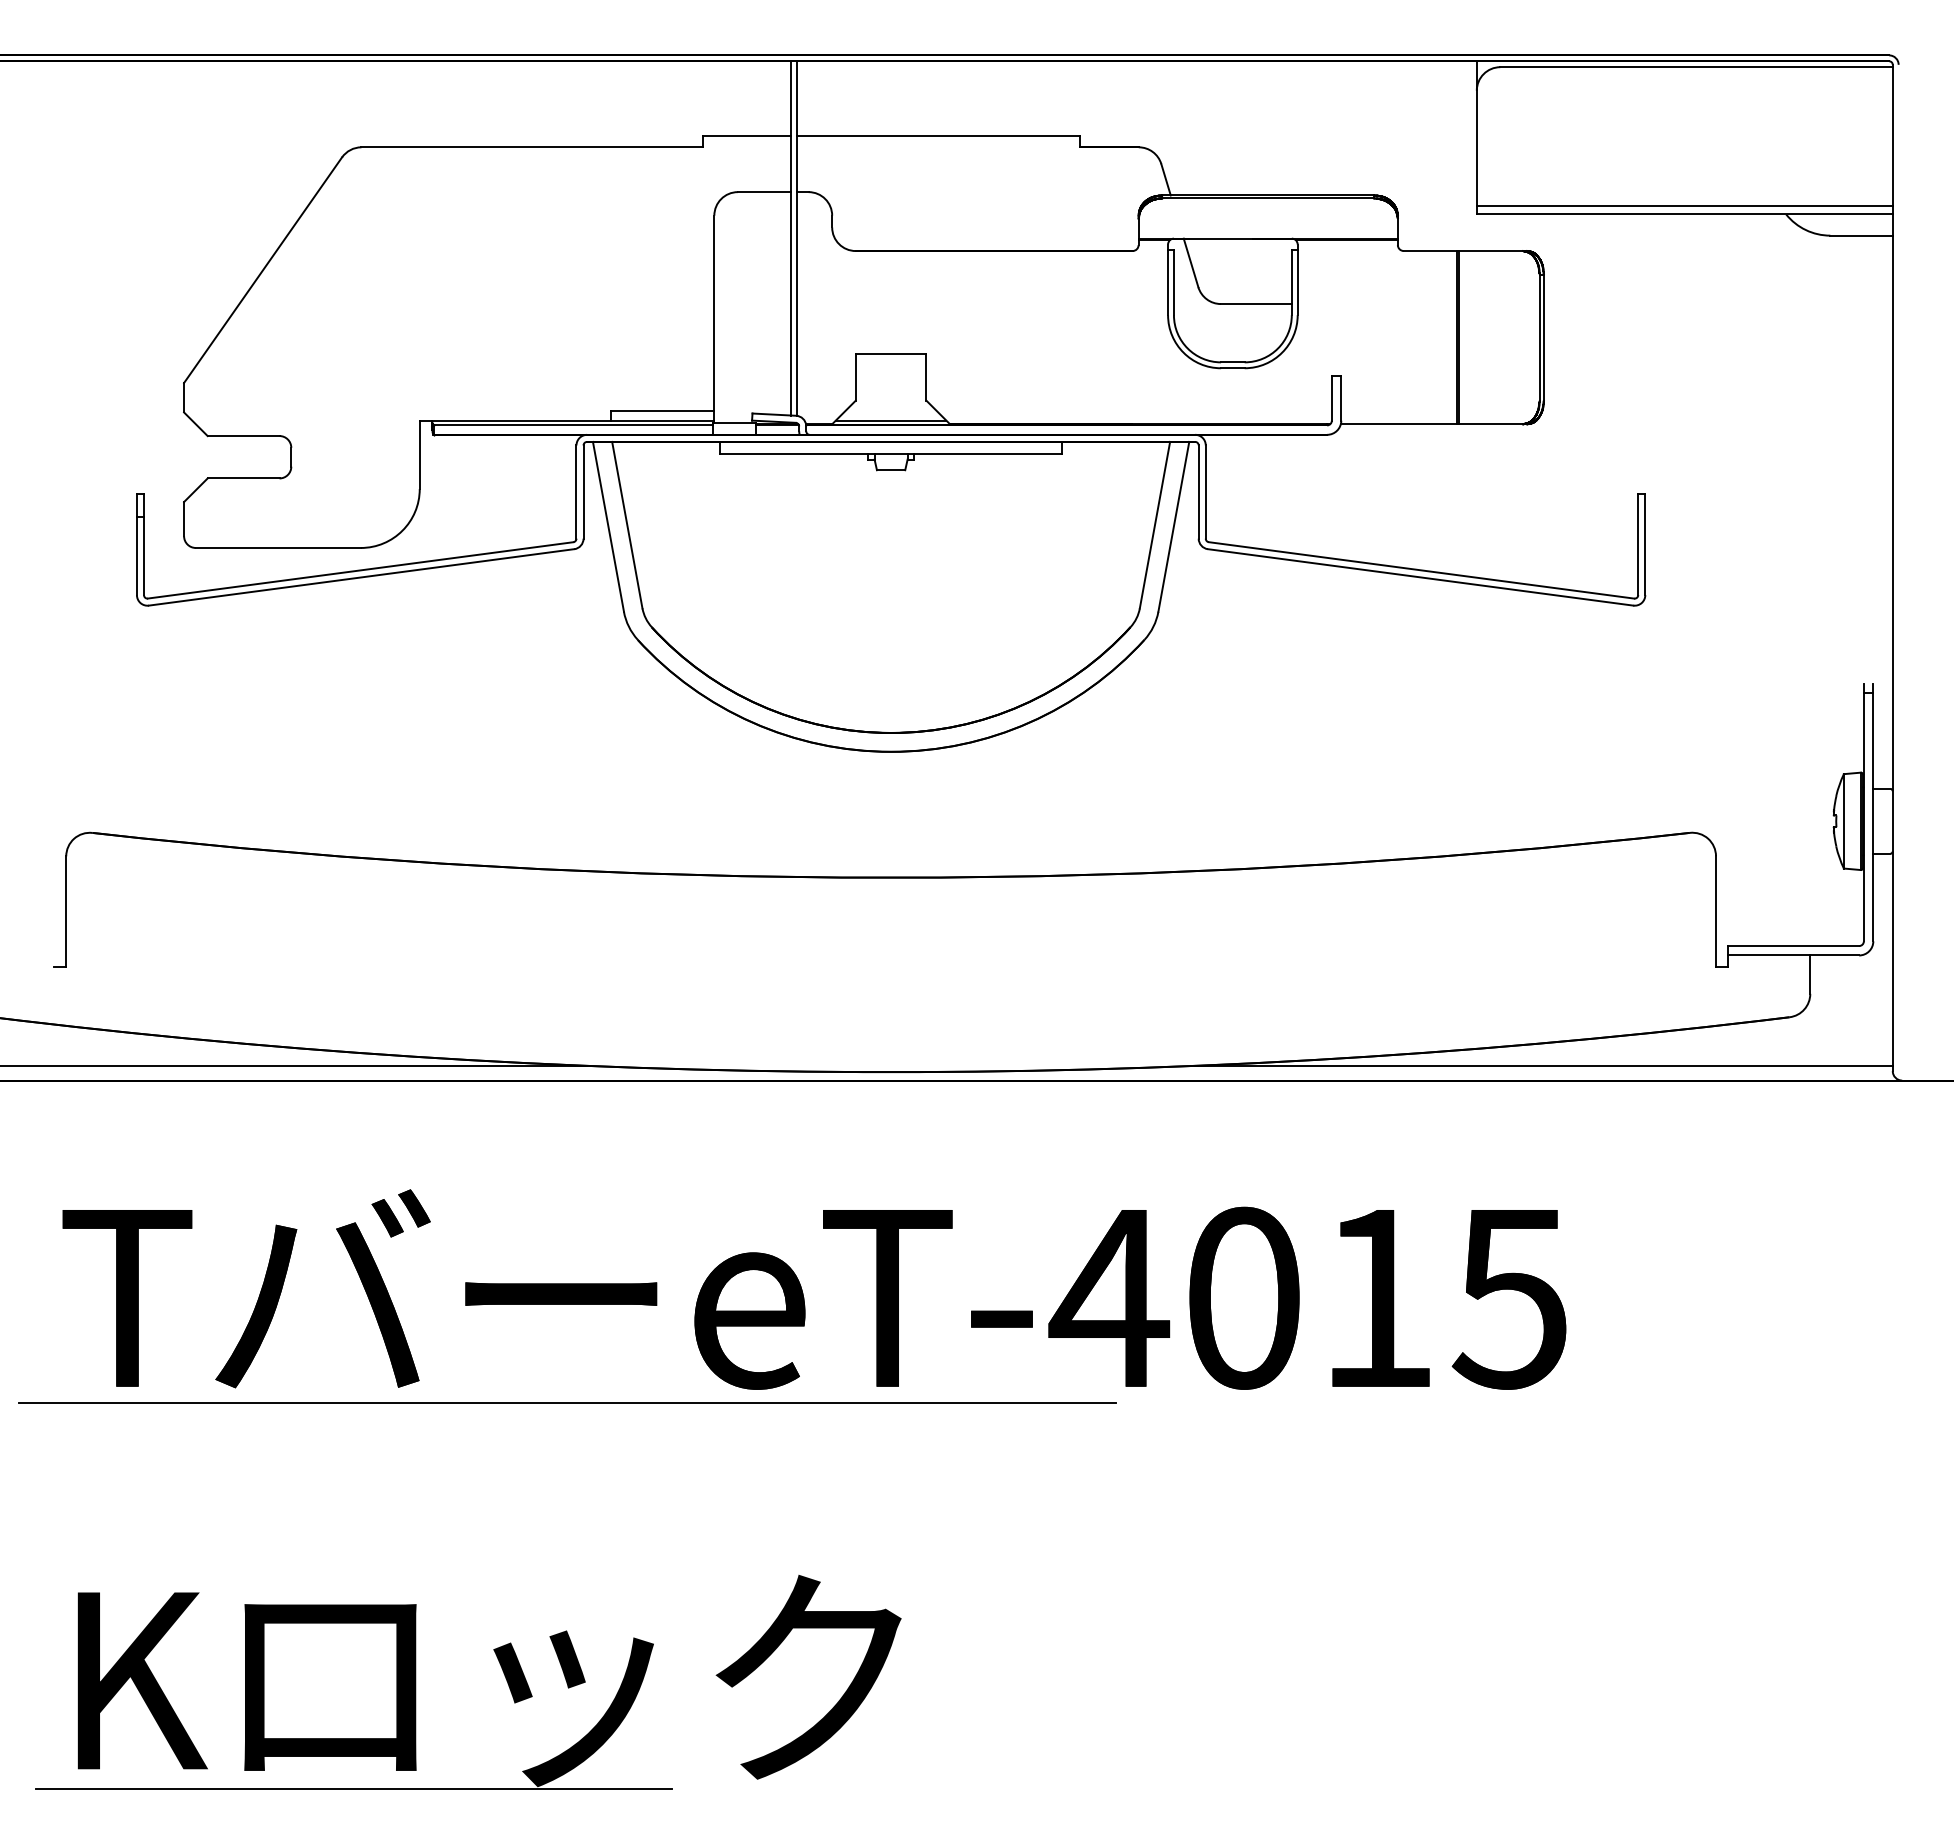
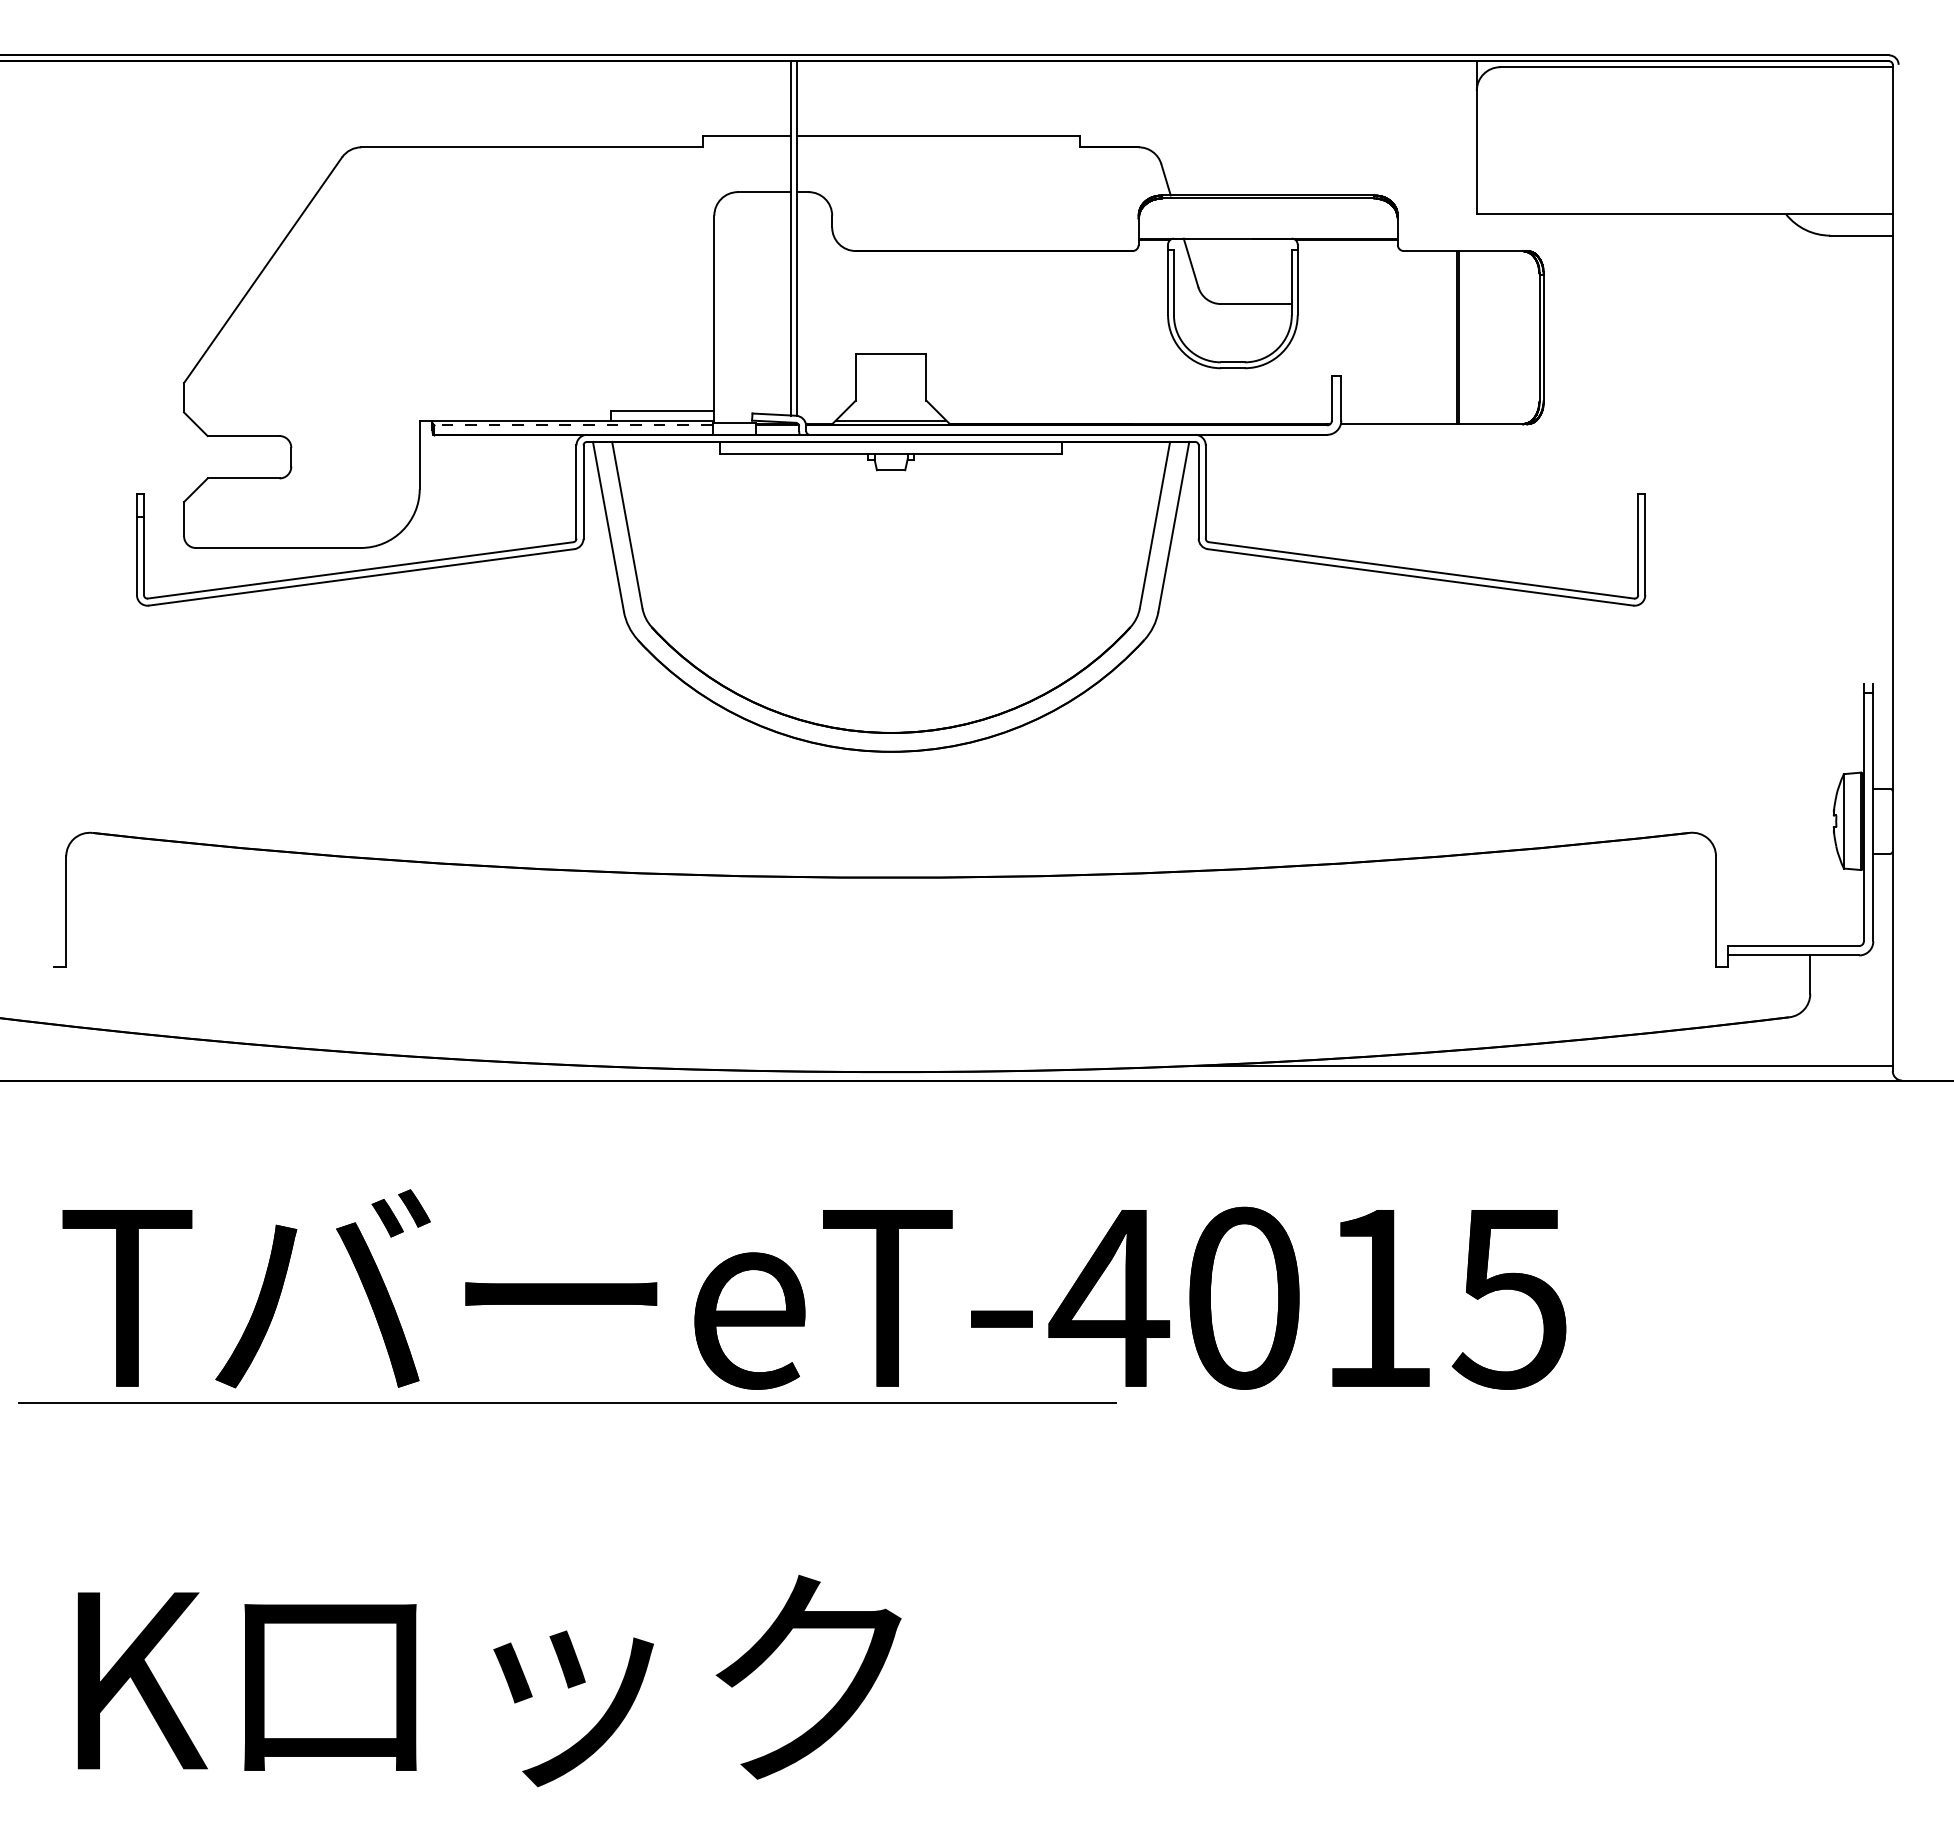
line at (1684, 205): present -> none
line at (572, 425): solid -> dashed
line at (294, 1065): present -> none
line at (353, 1788): present -> none
